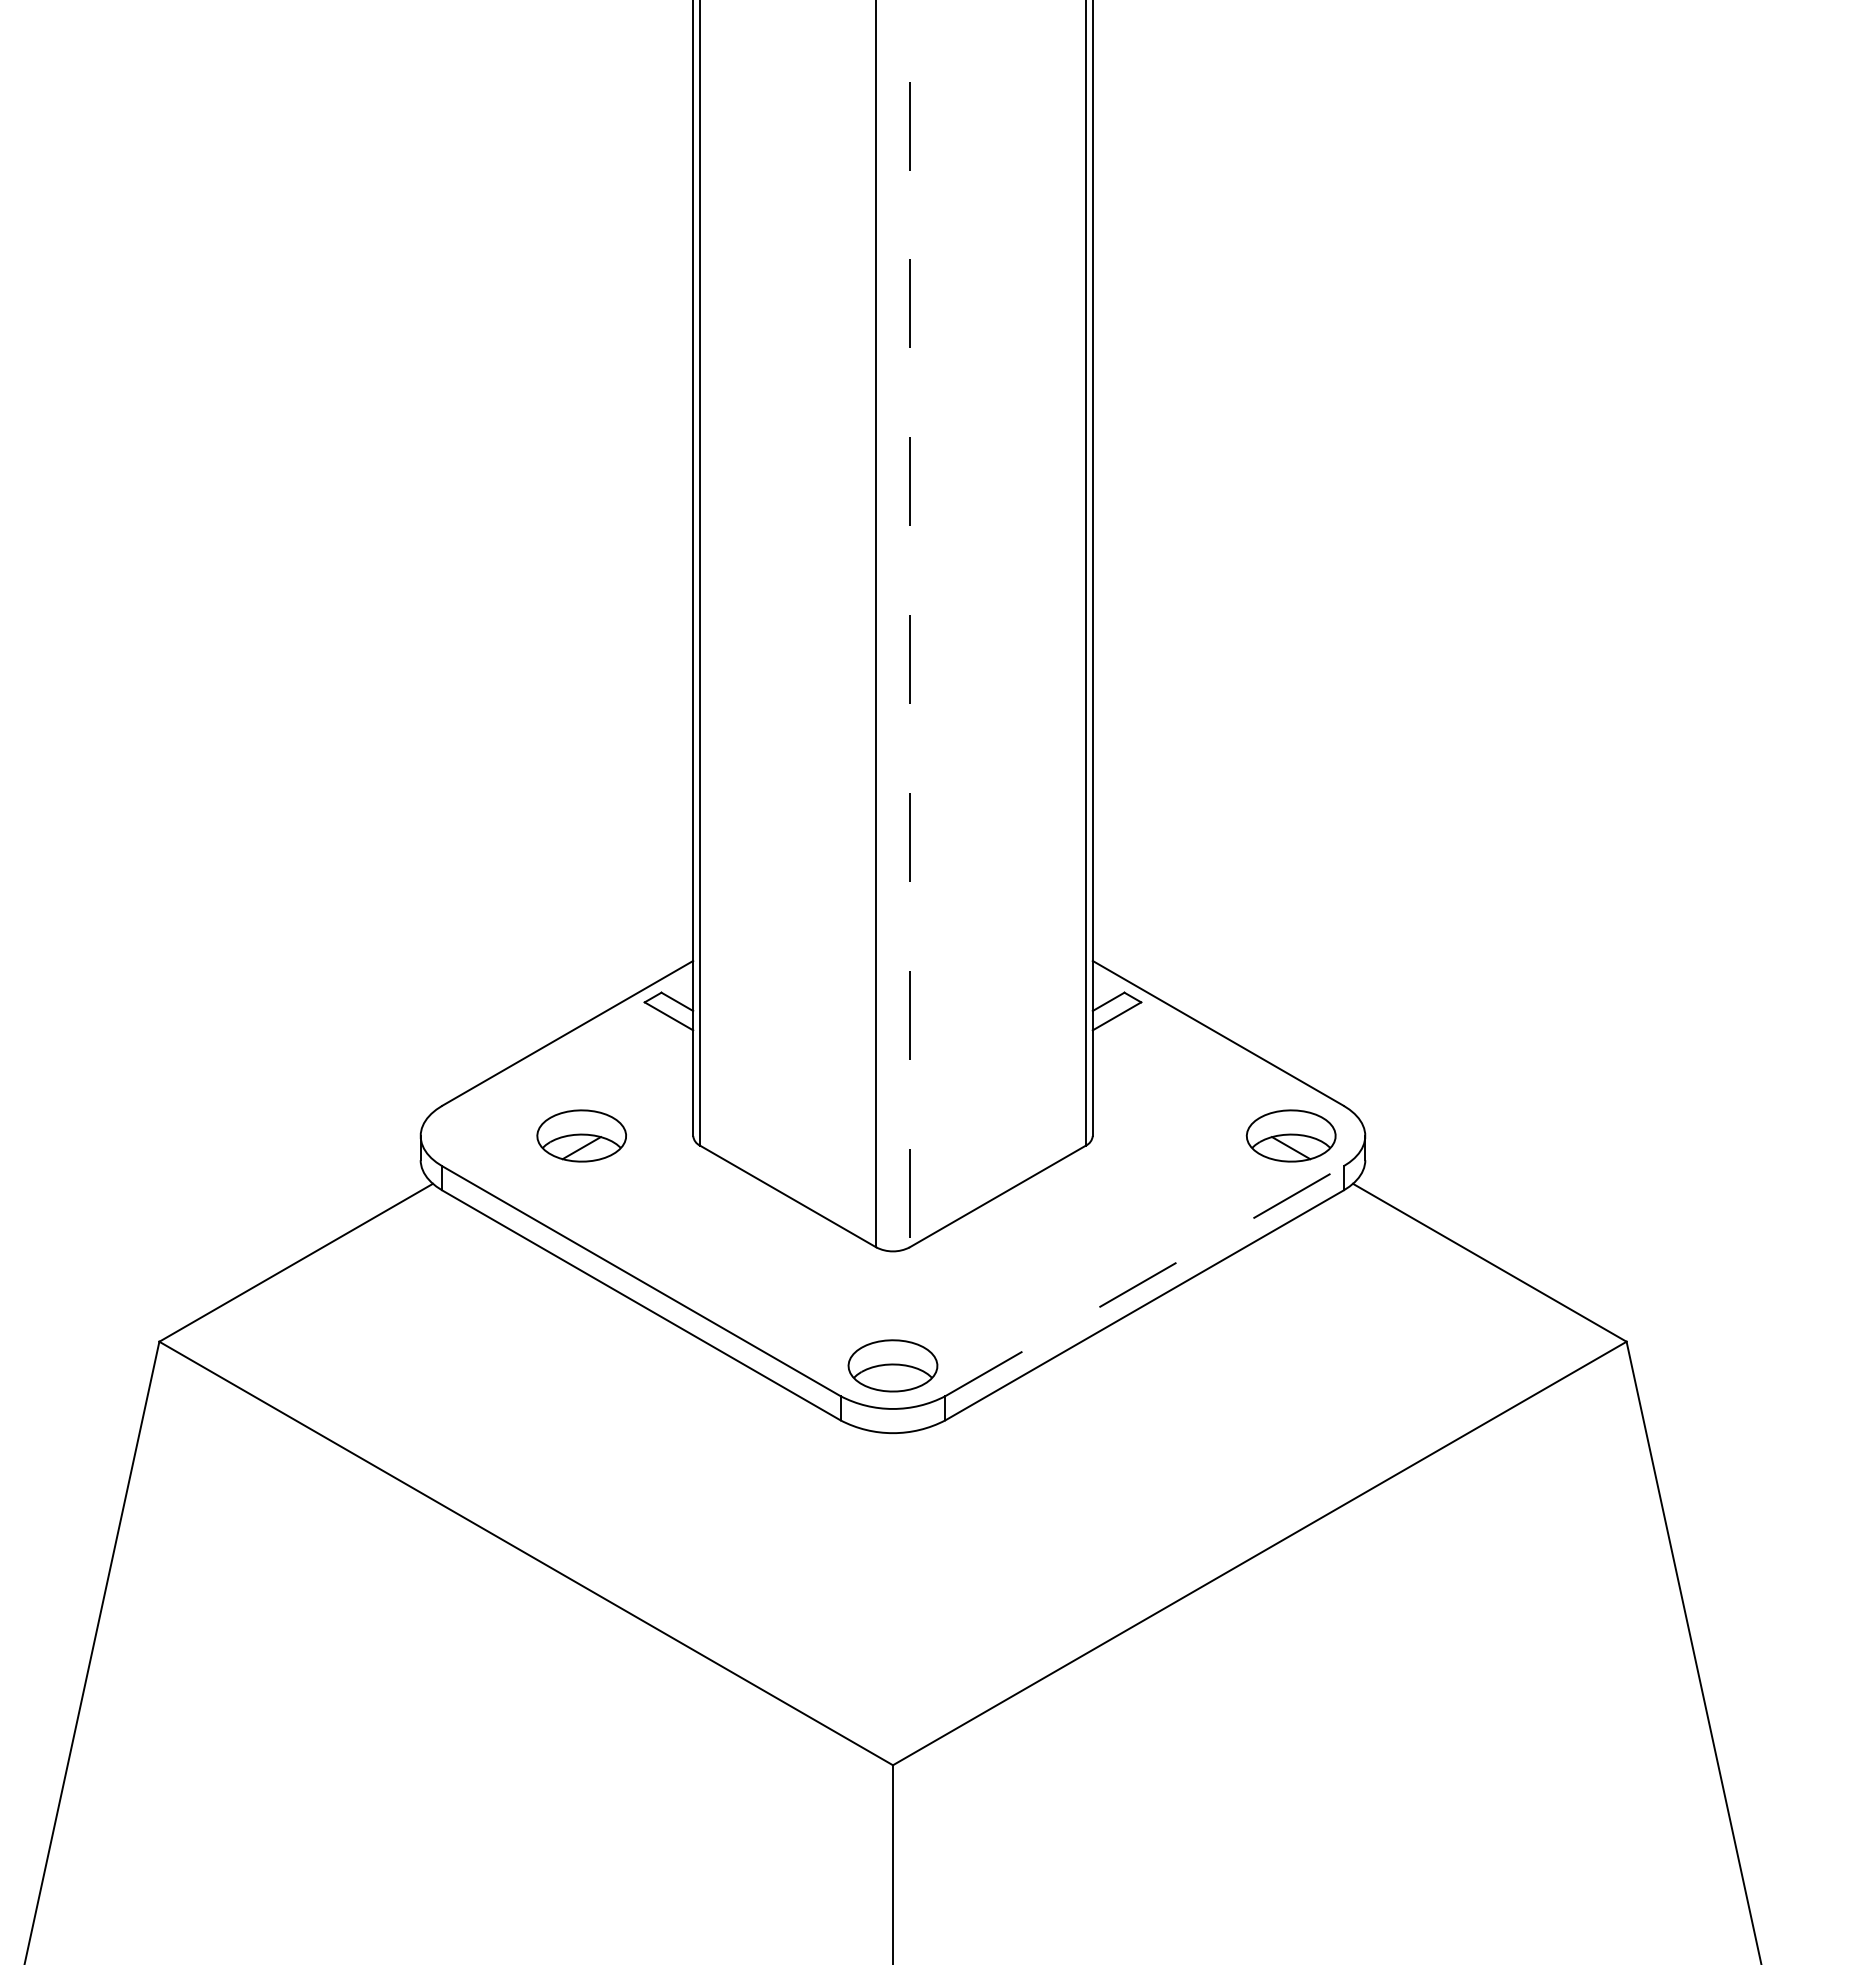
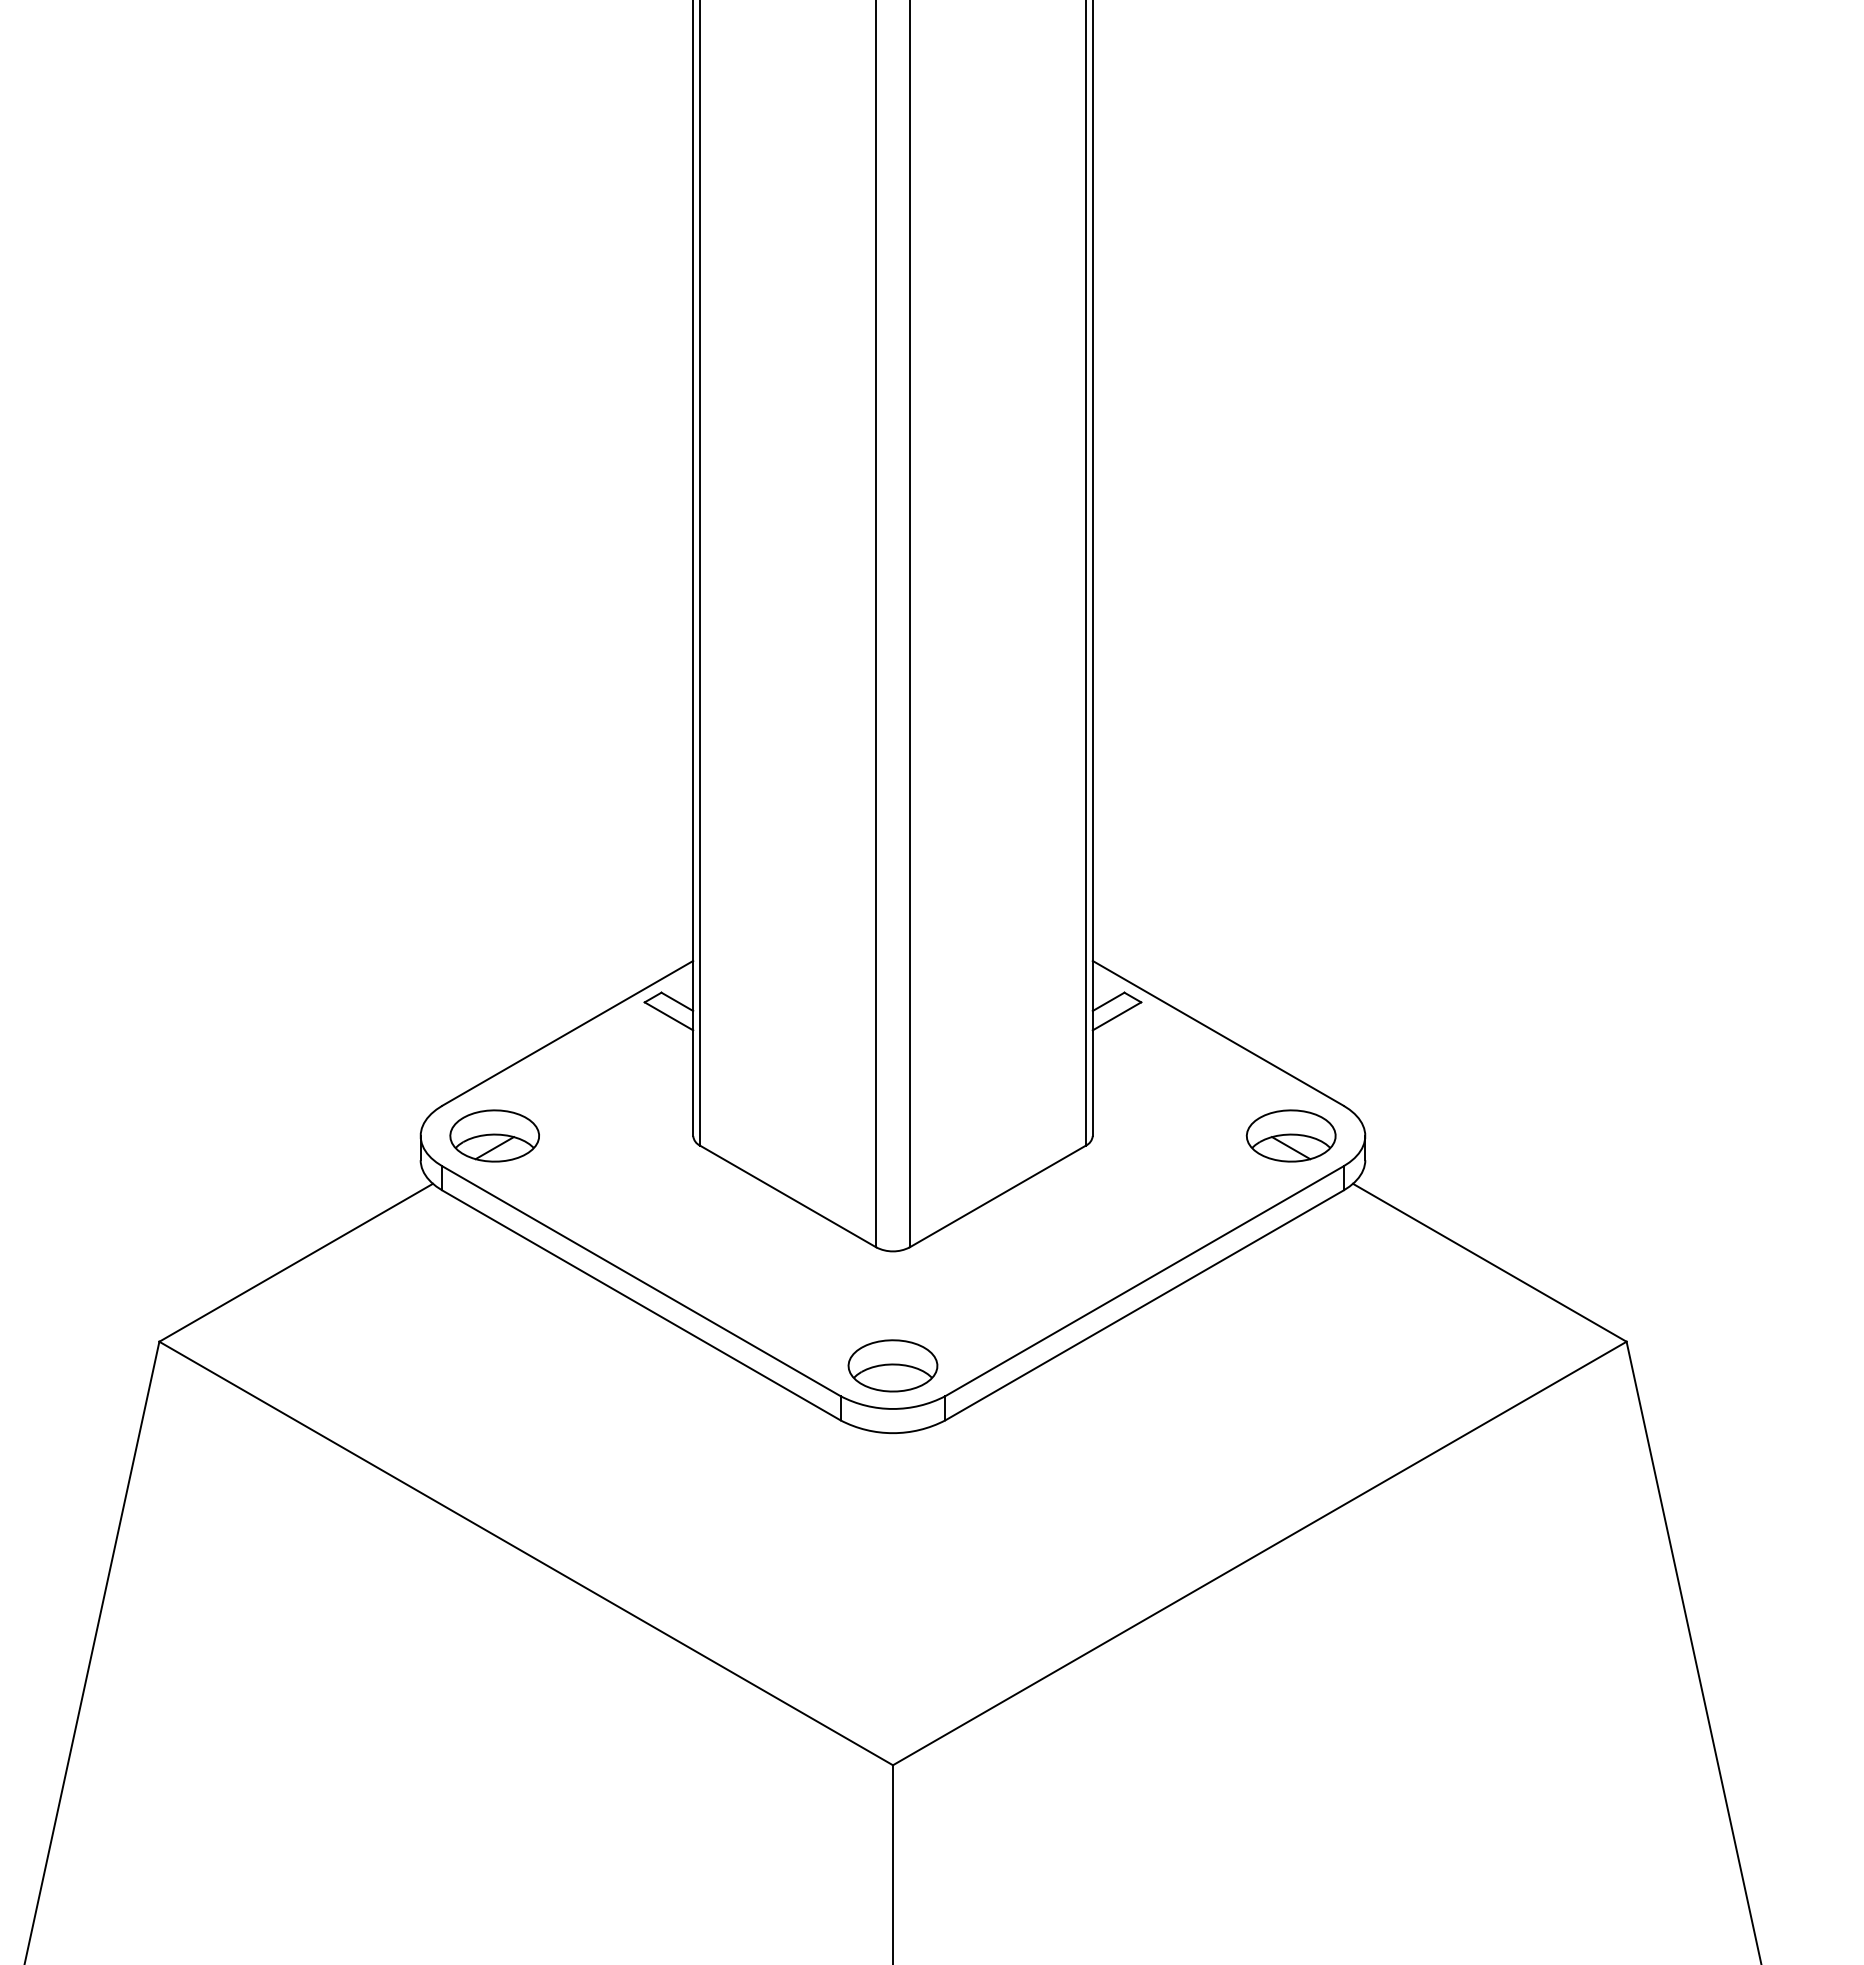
line at (909, 624): dashed -> solid
part at (581, 1135) position: (581, 1135) -> (494, 1135)
line at (1144, 1281): dashed -> solid
